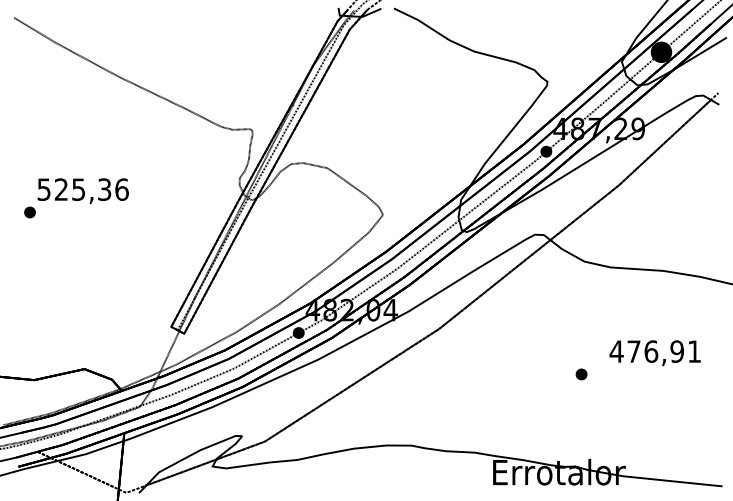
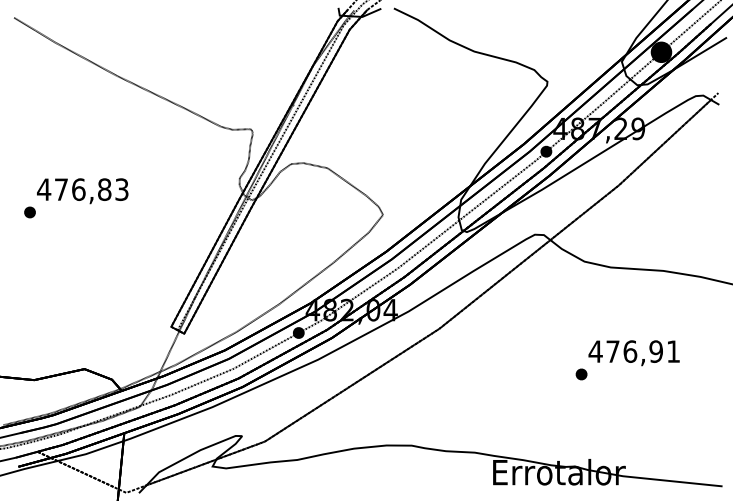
text at (82, 189): 525,36 -> 476,83
text at (654, 353) position: (654, 353) -> (633, 353)
